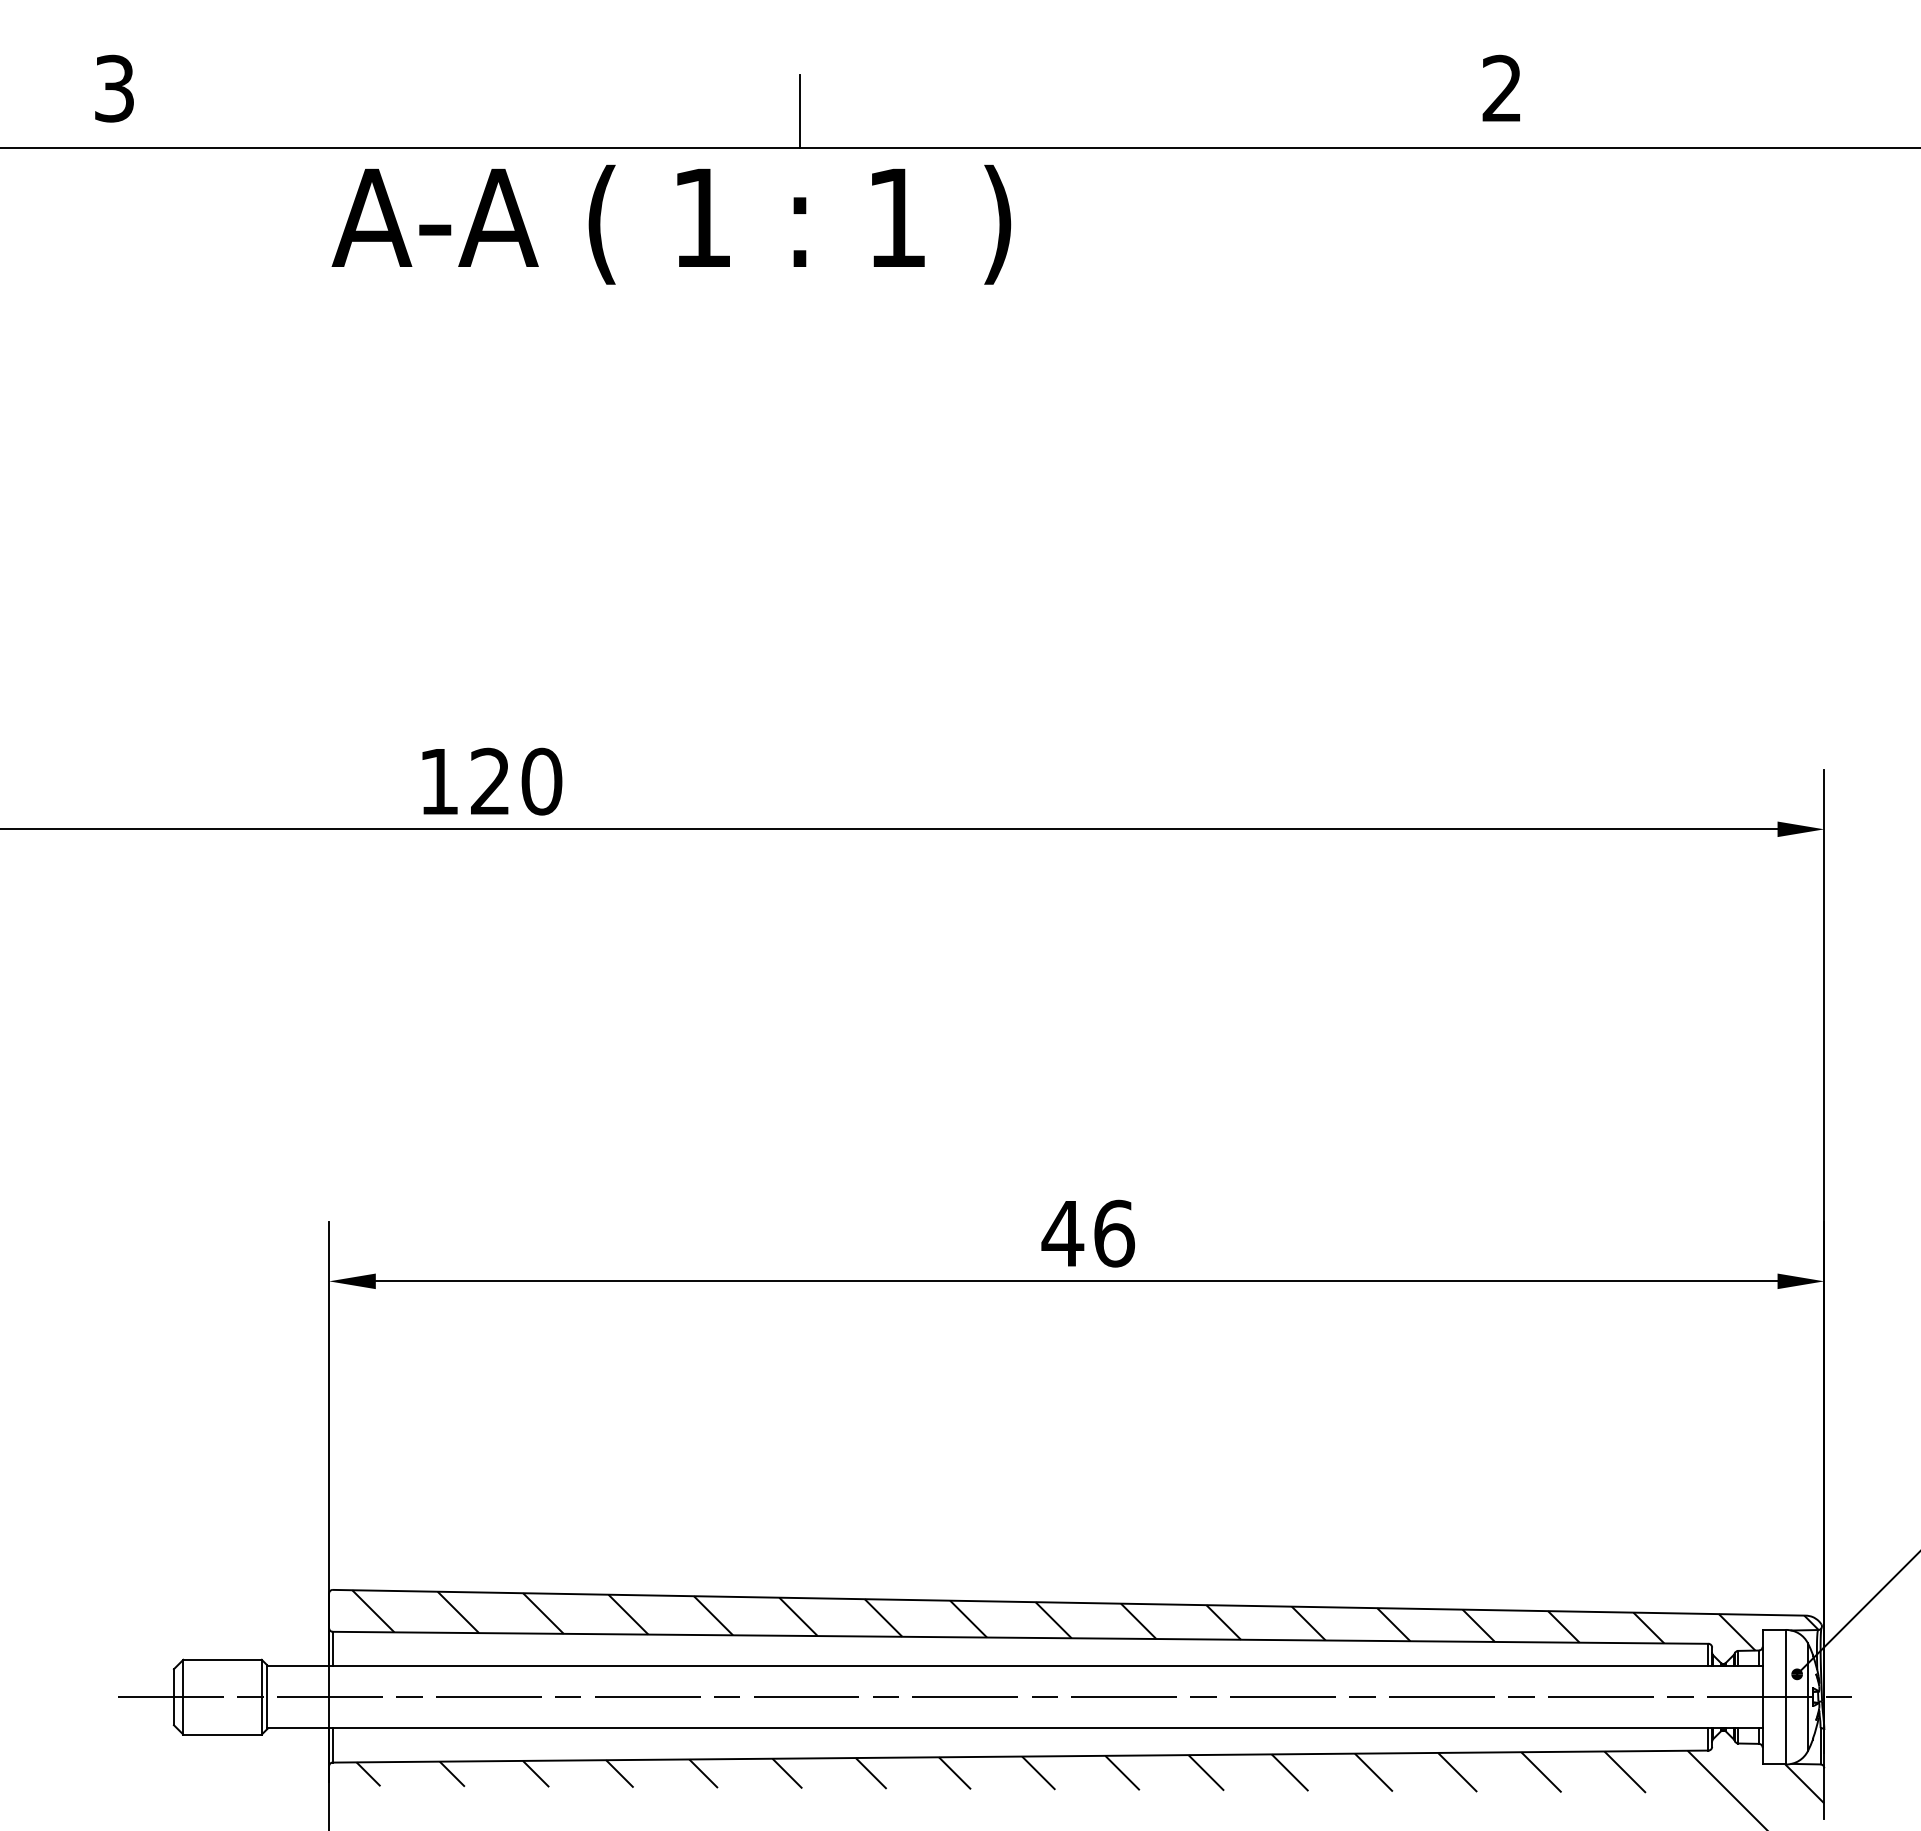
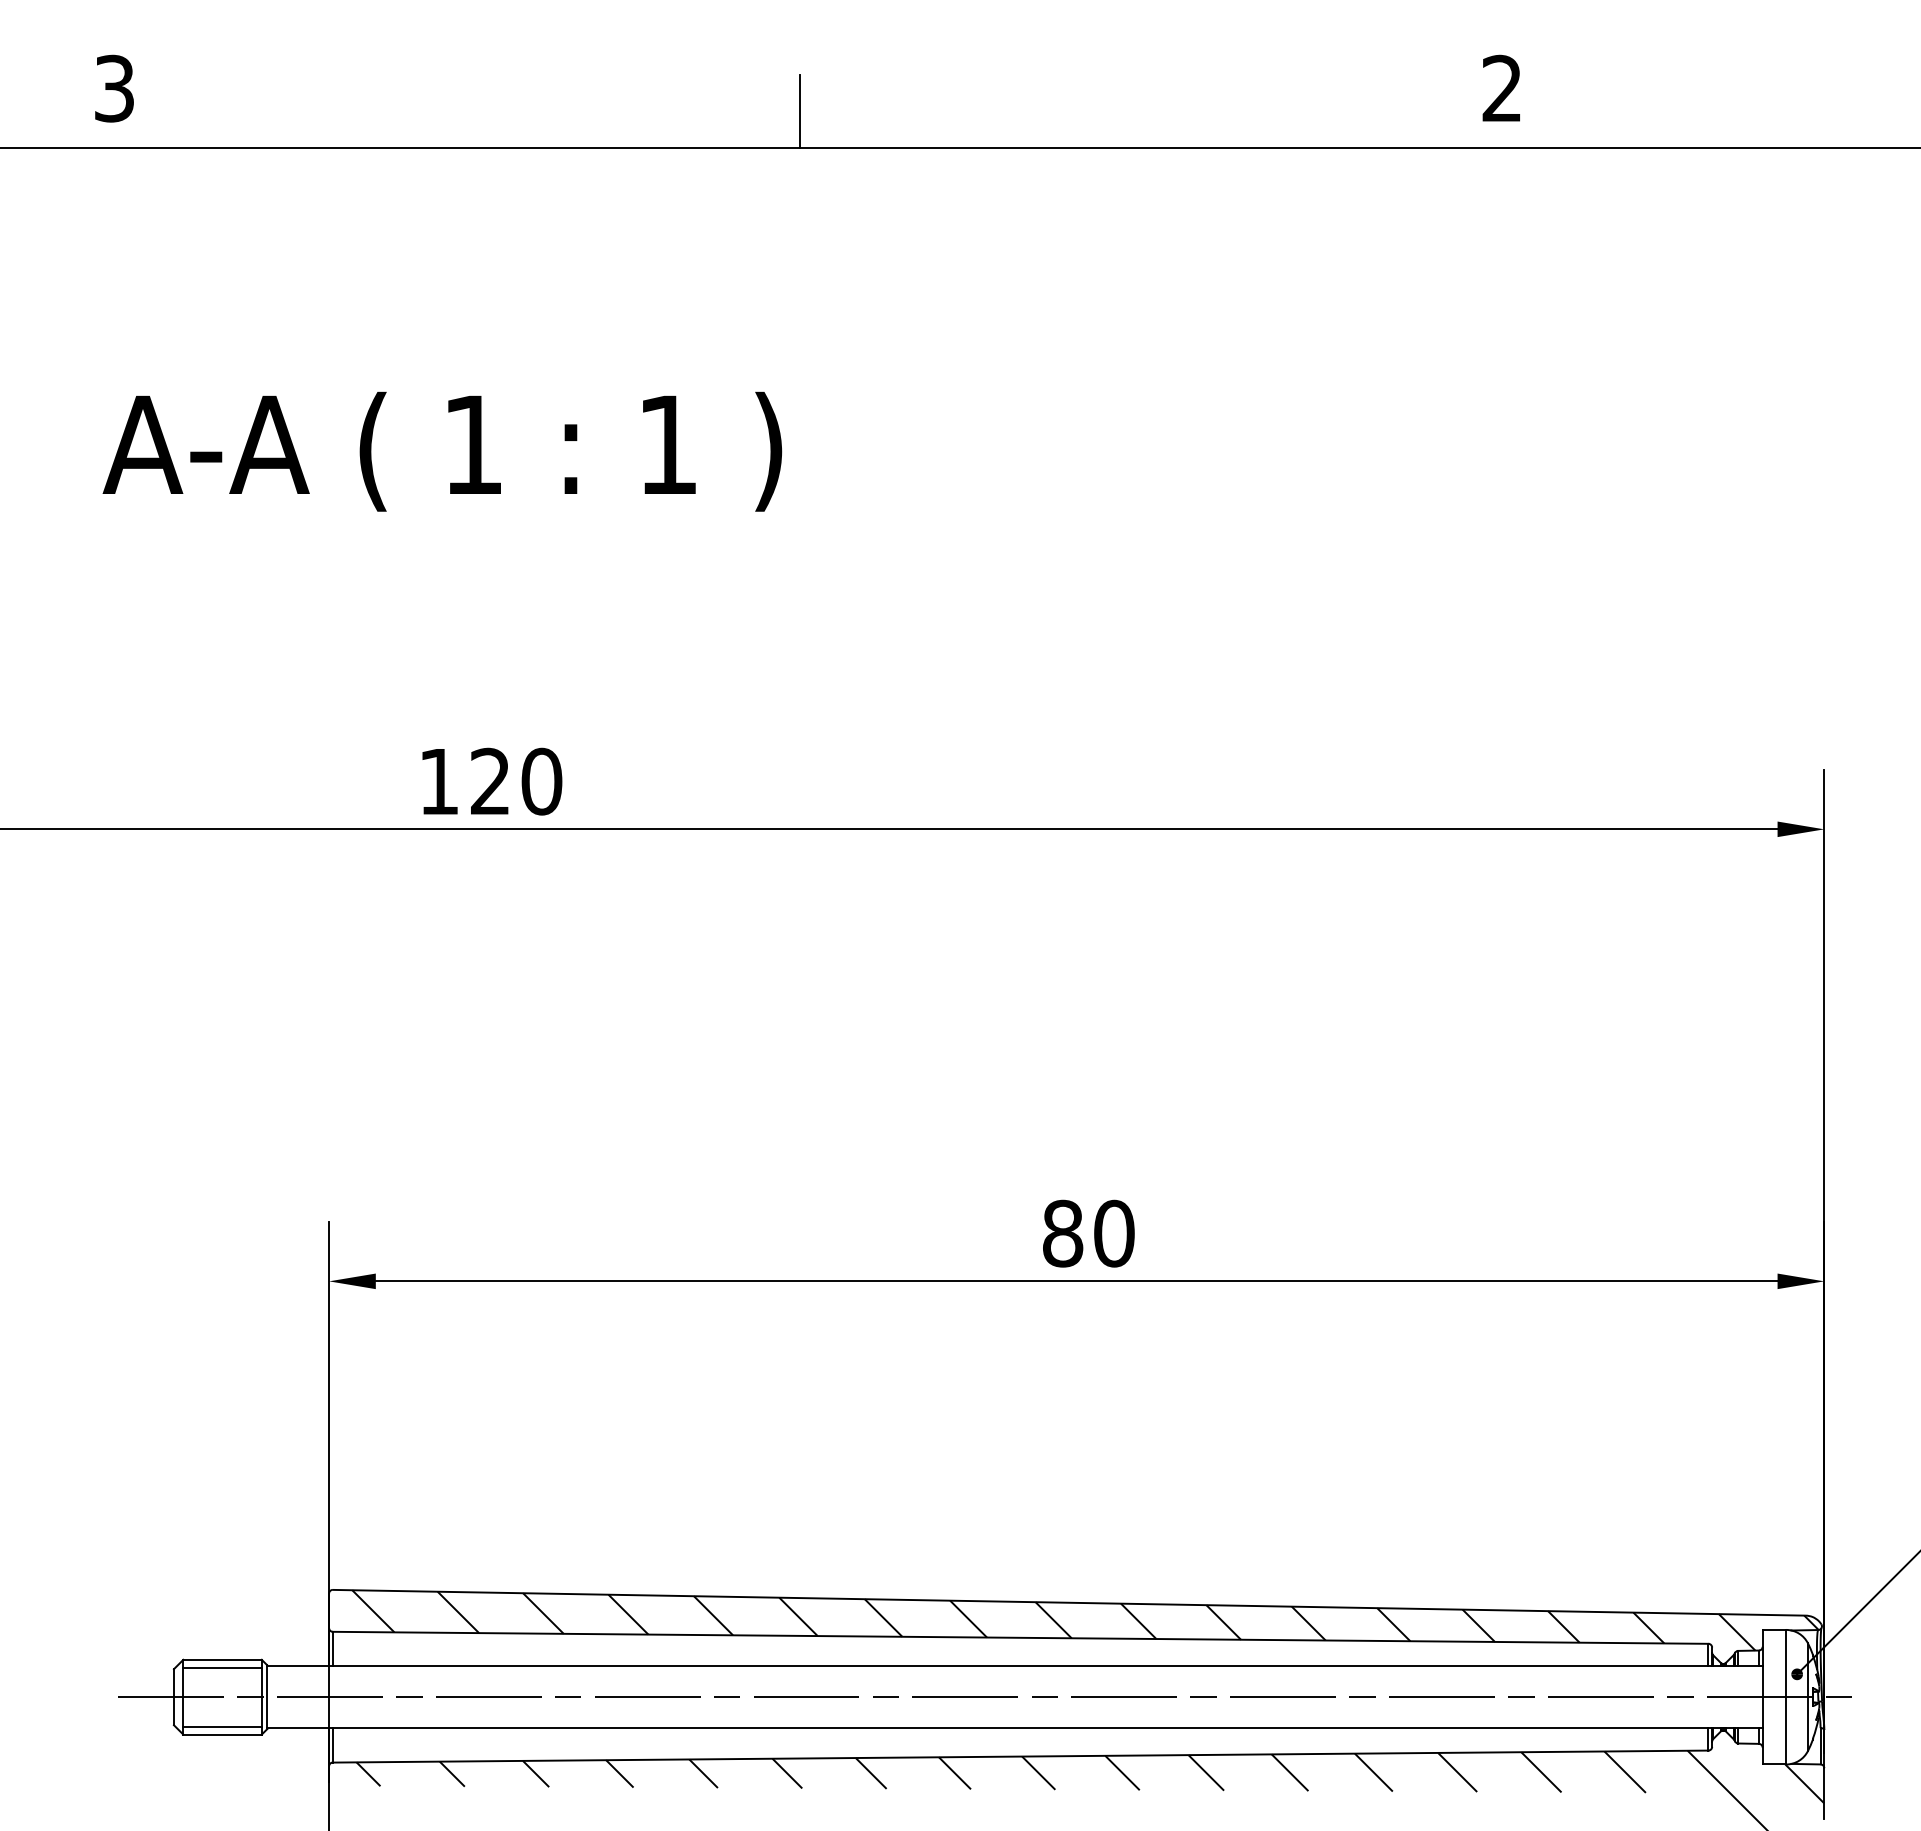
text at (671, 224) position: (671, 224) -> (442, 451)
text at (1088, 1233): 46 -> 80
line at (222, 1667): none -> present
line at (222, 1726): none -> present
